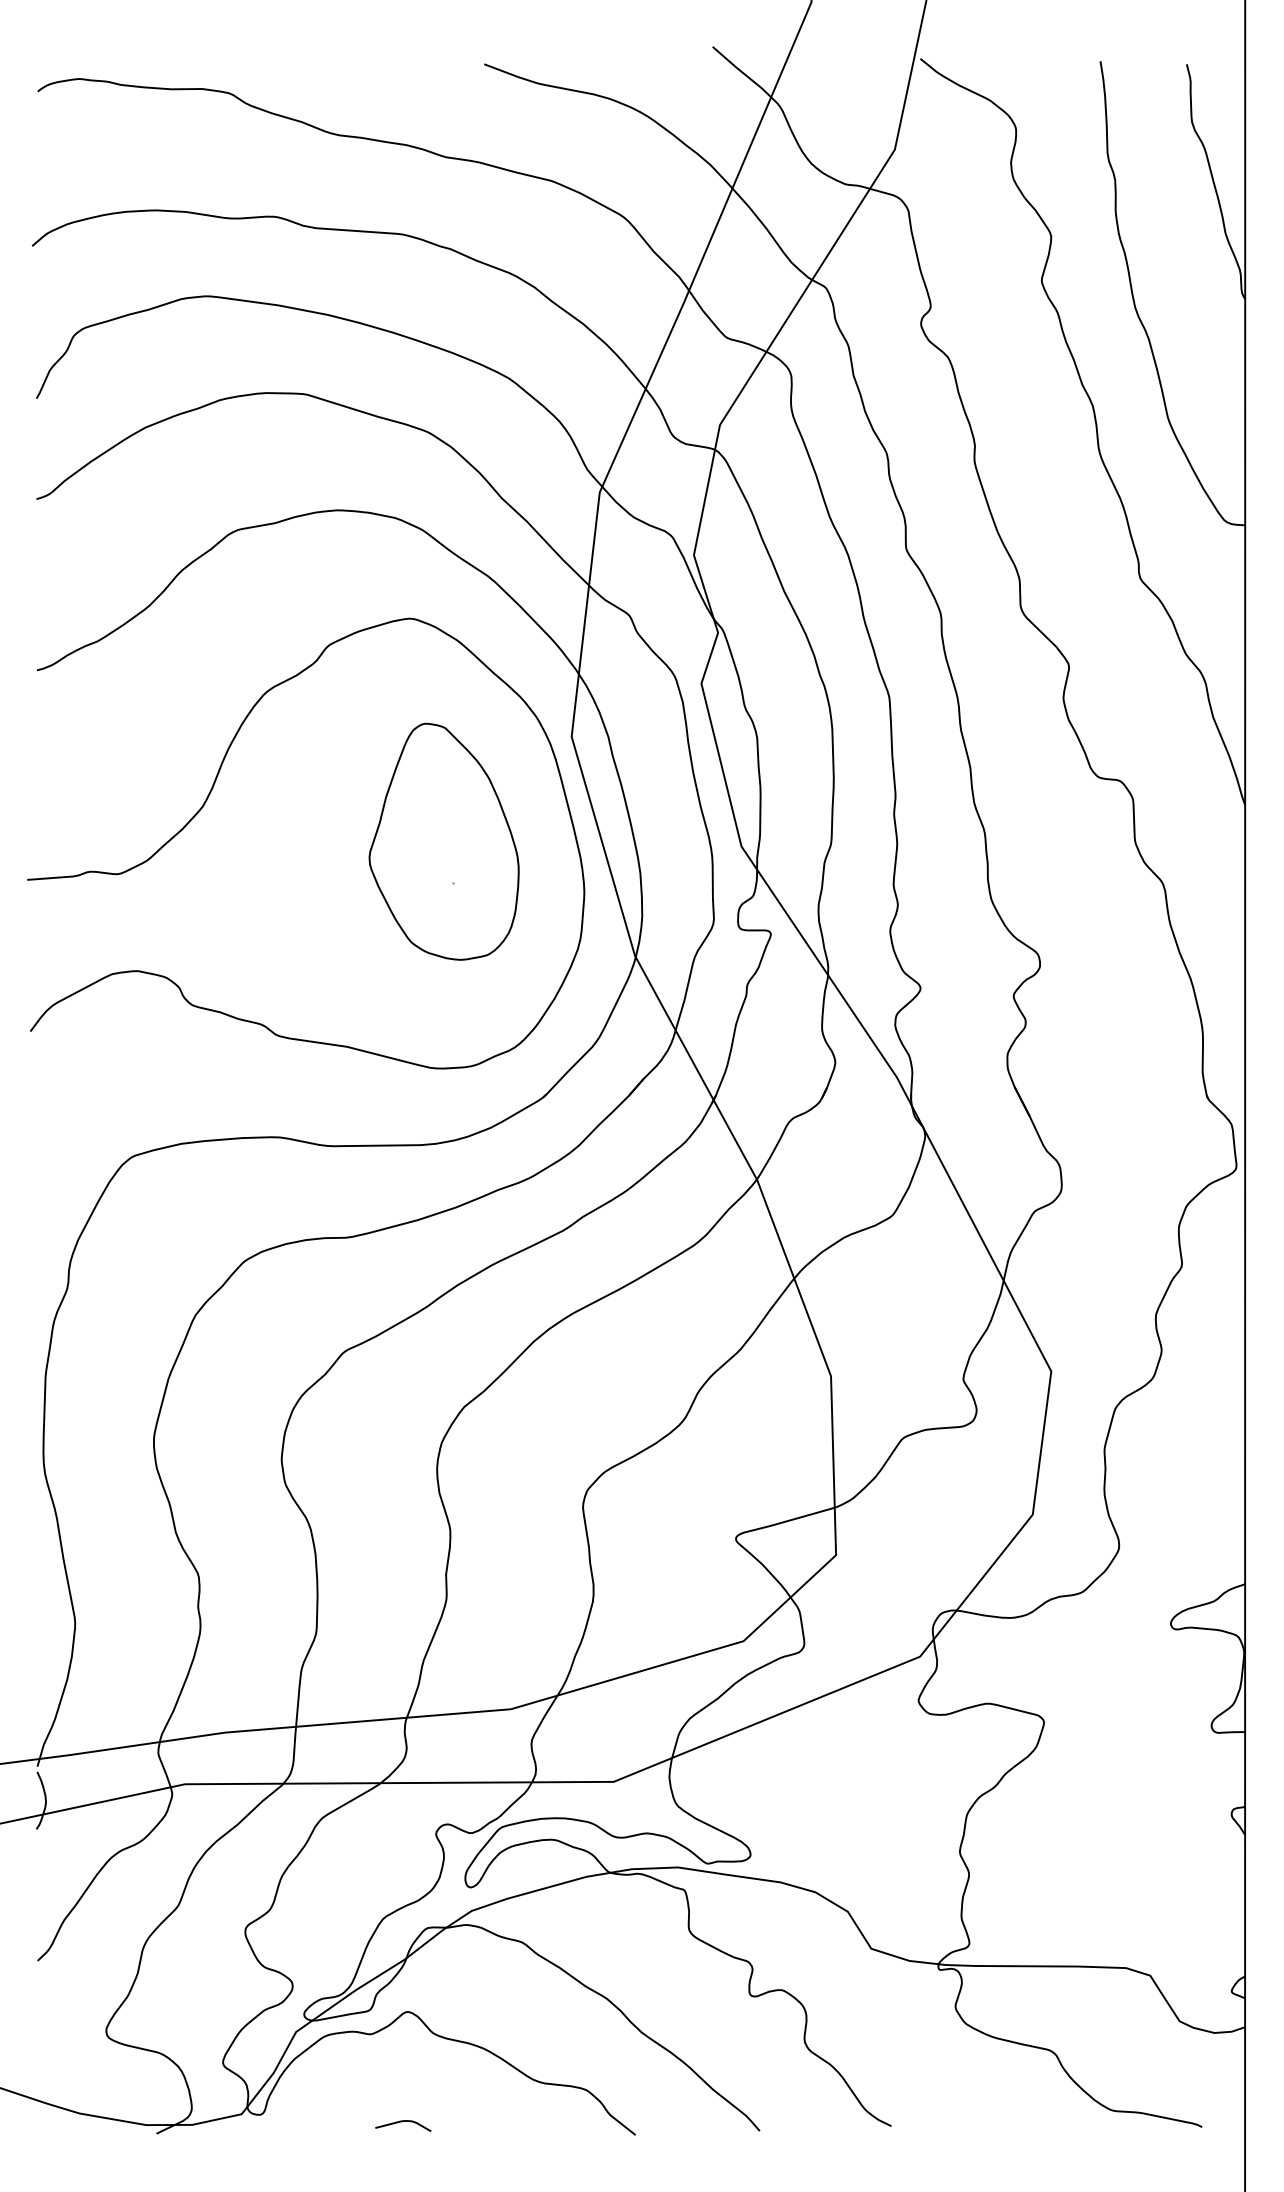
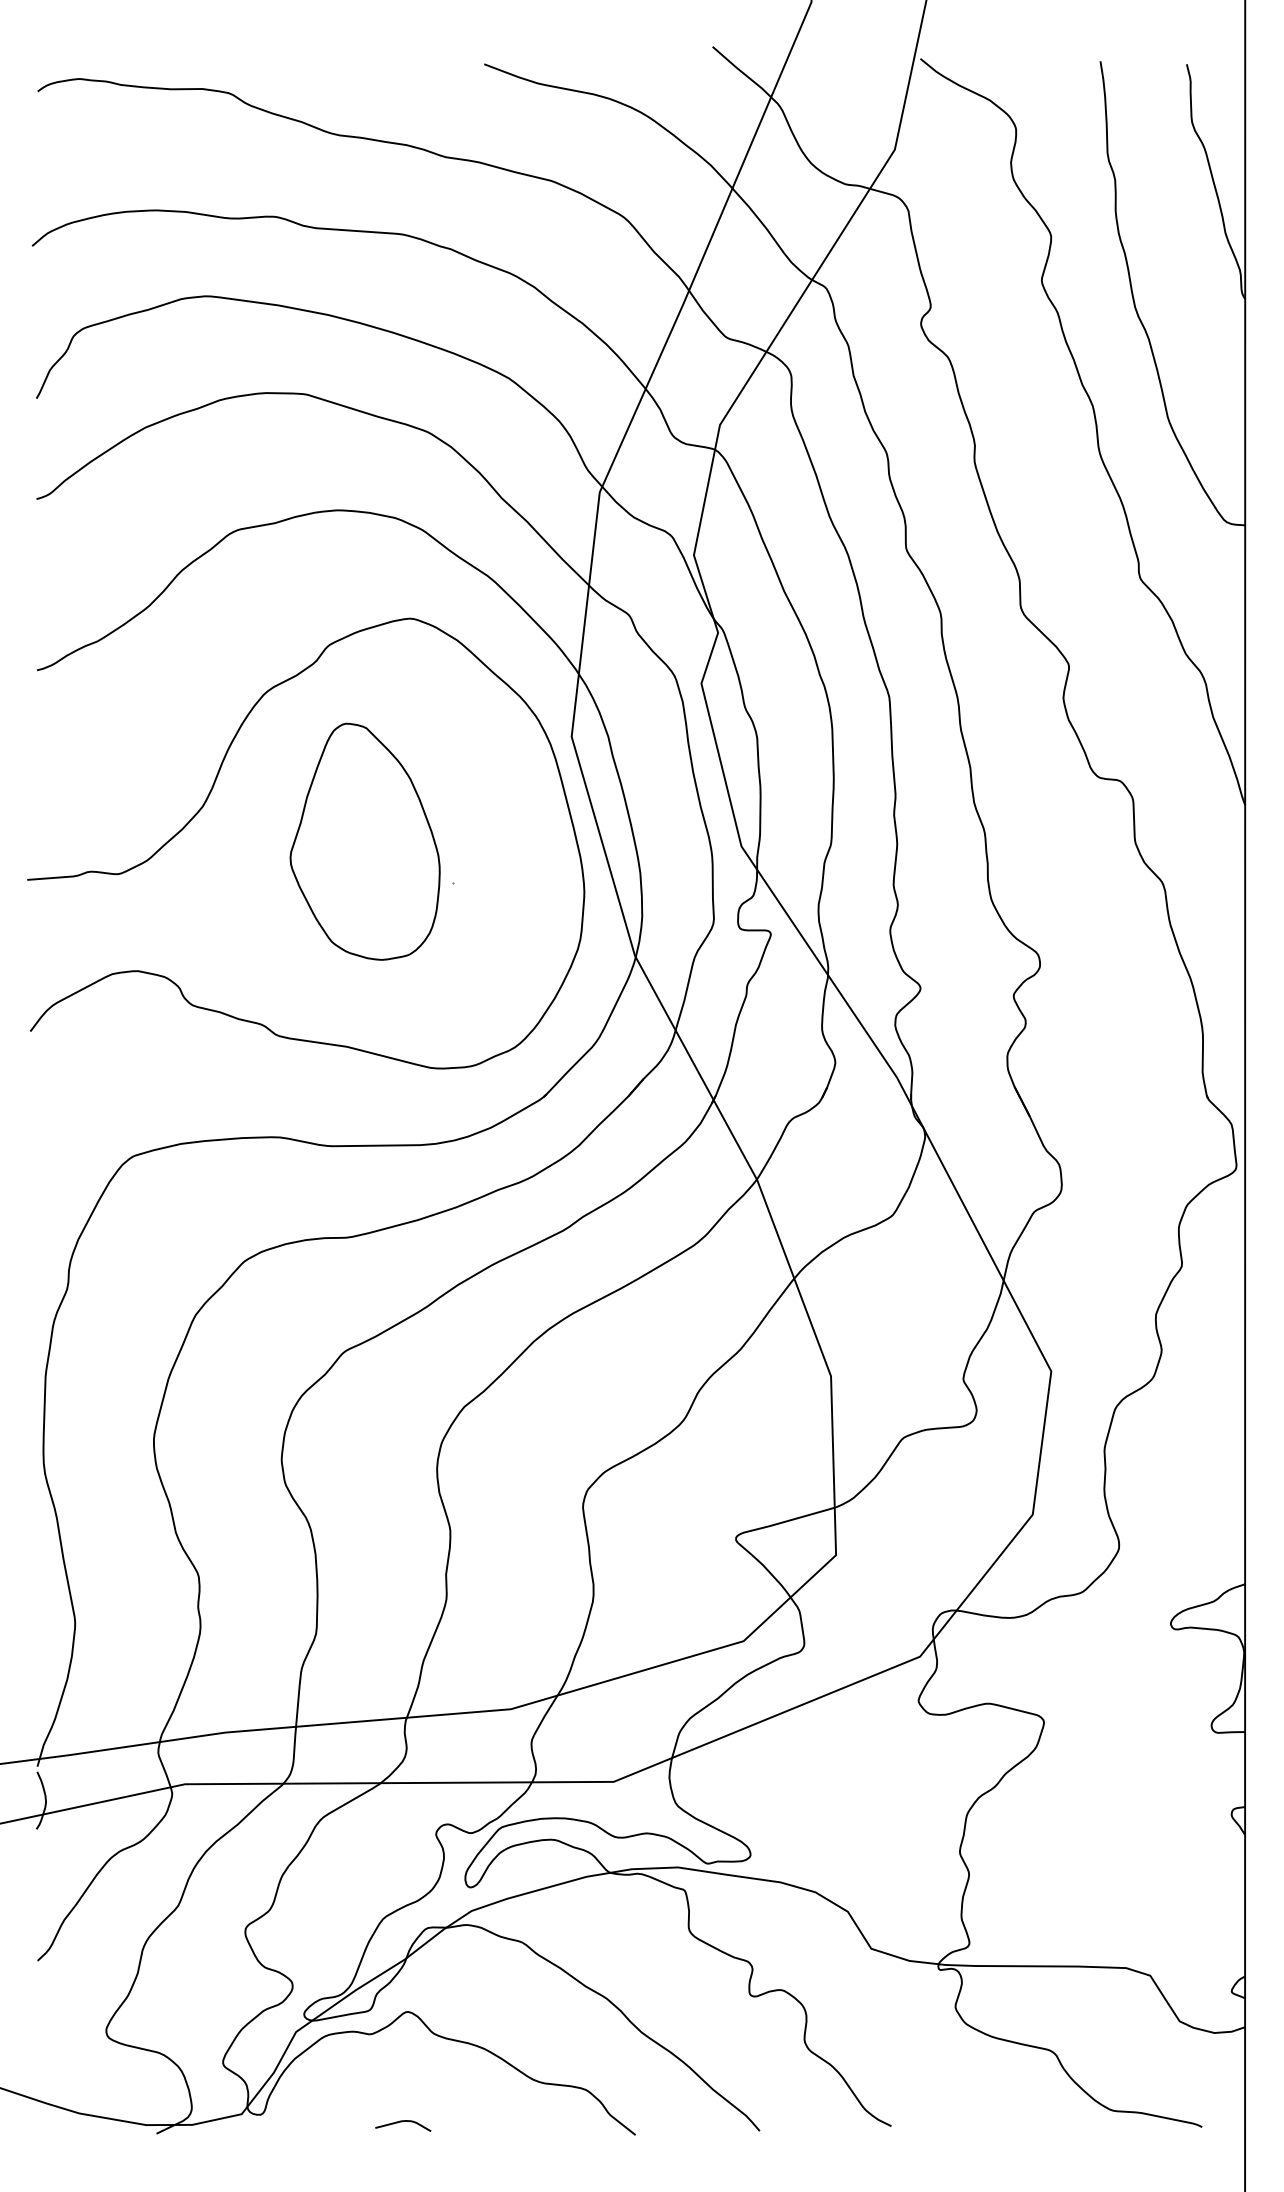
part at (443, 841) position: (443, 841) -> (364, 841)
